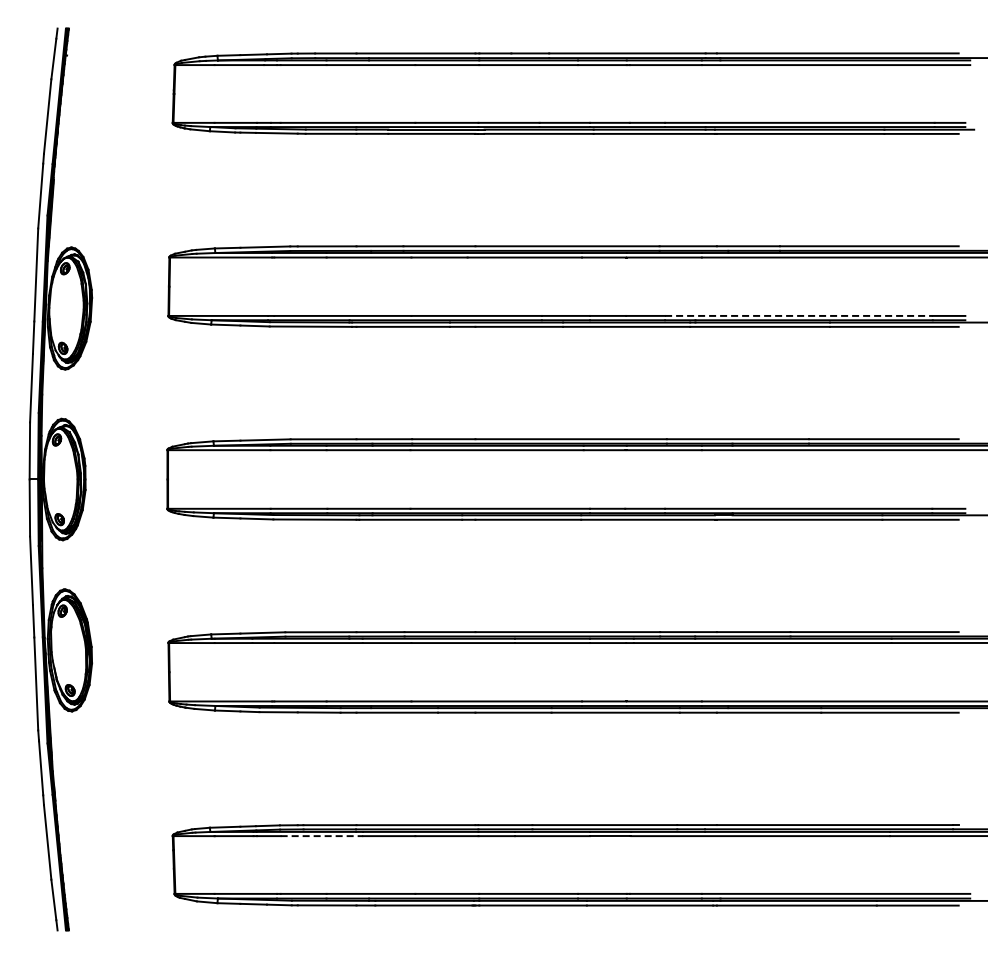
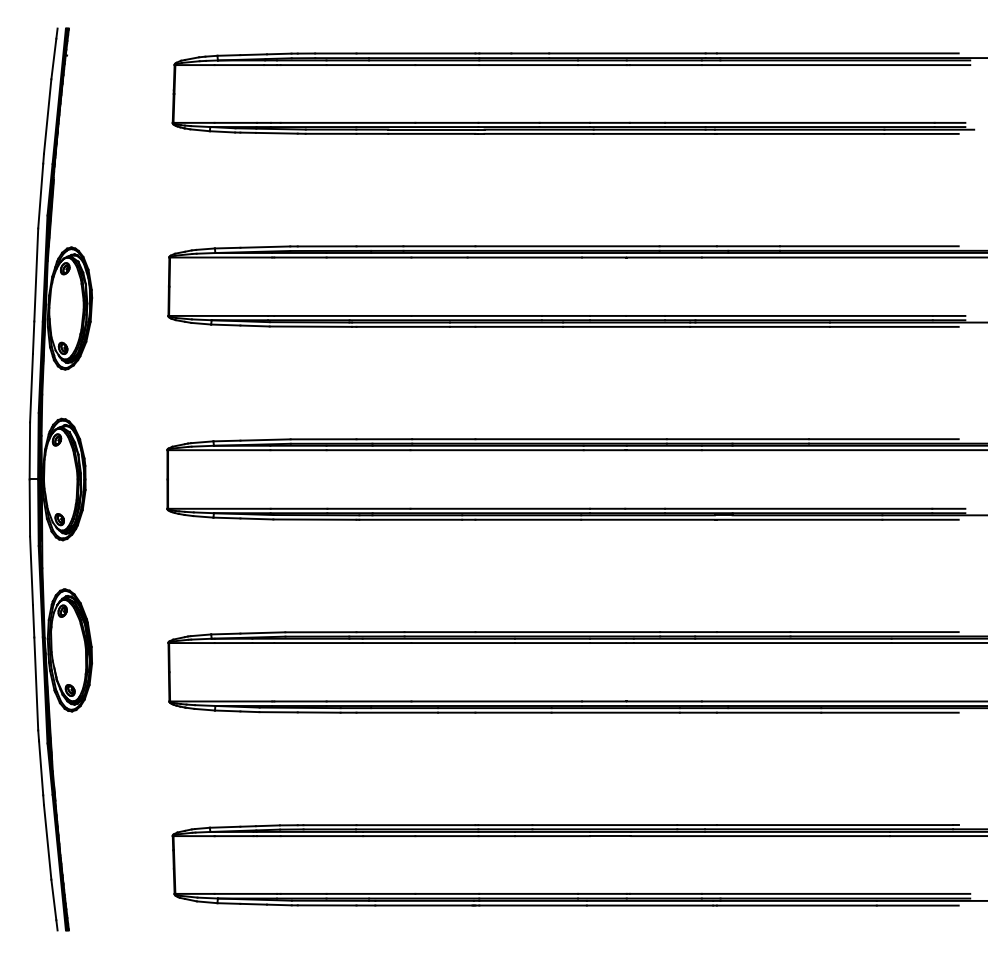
line at (798, 315): dashed -> solid
line at (322, 836): dashed -> solid
